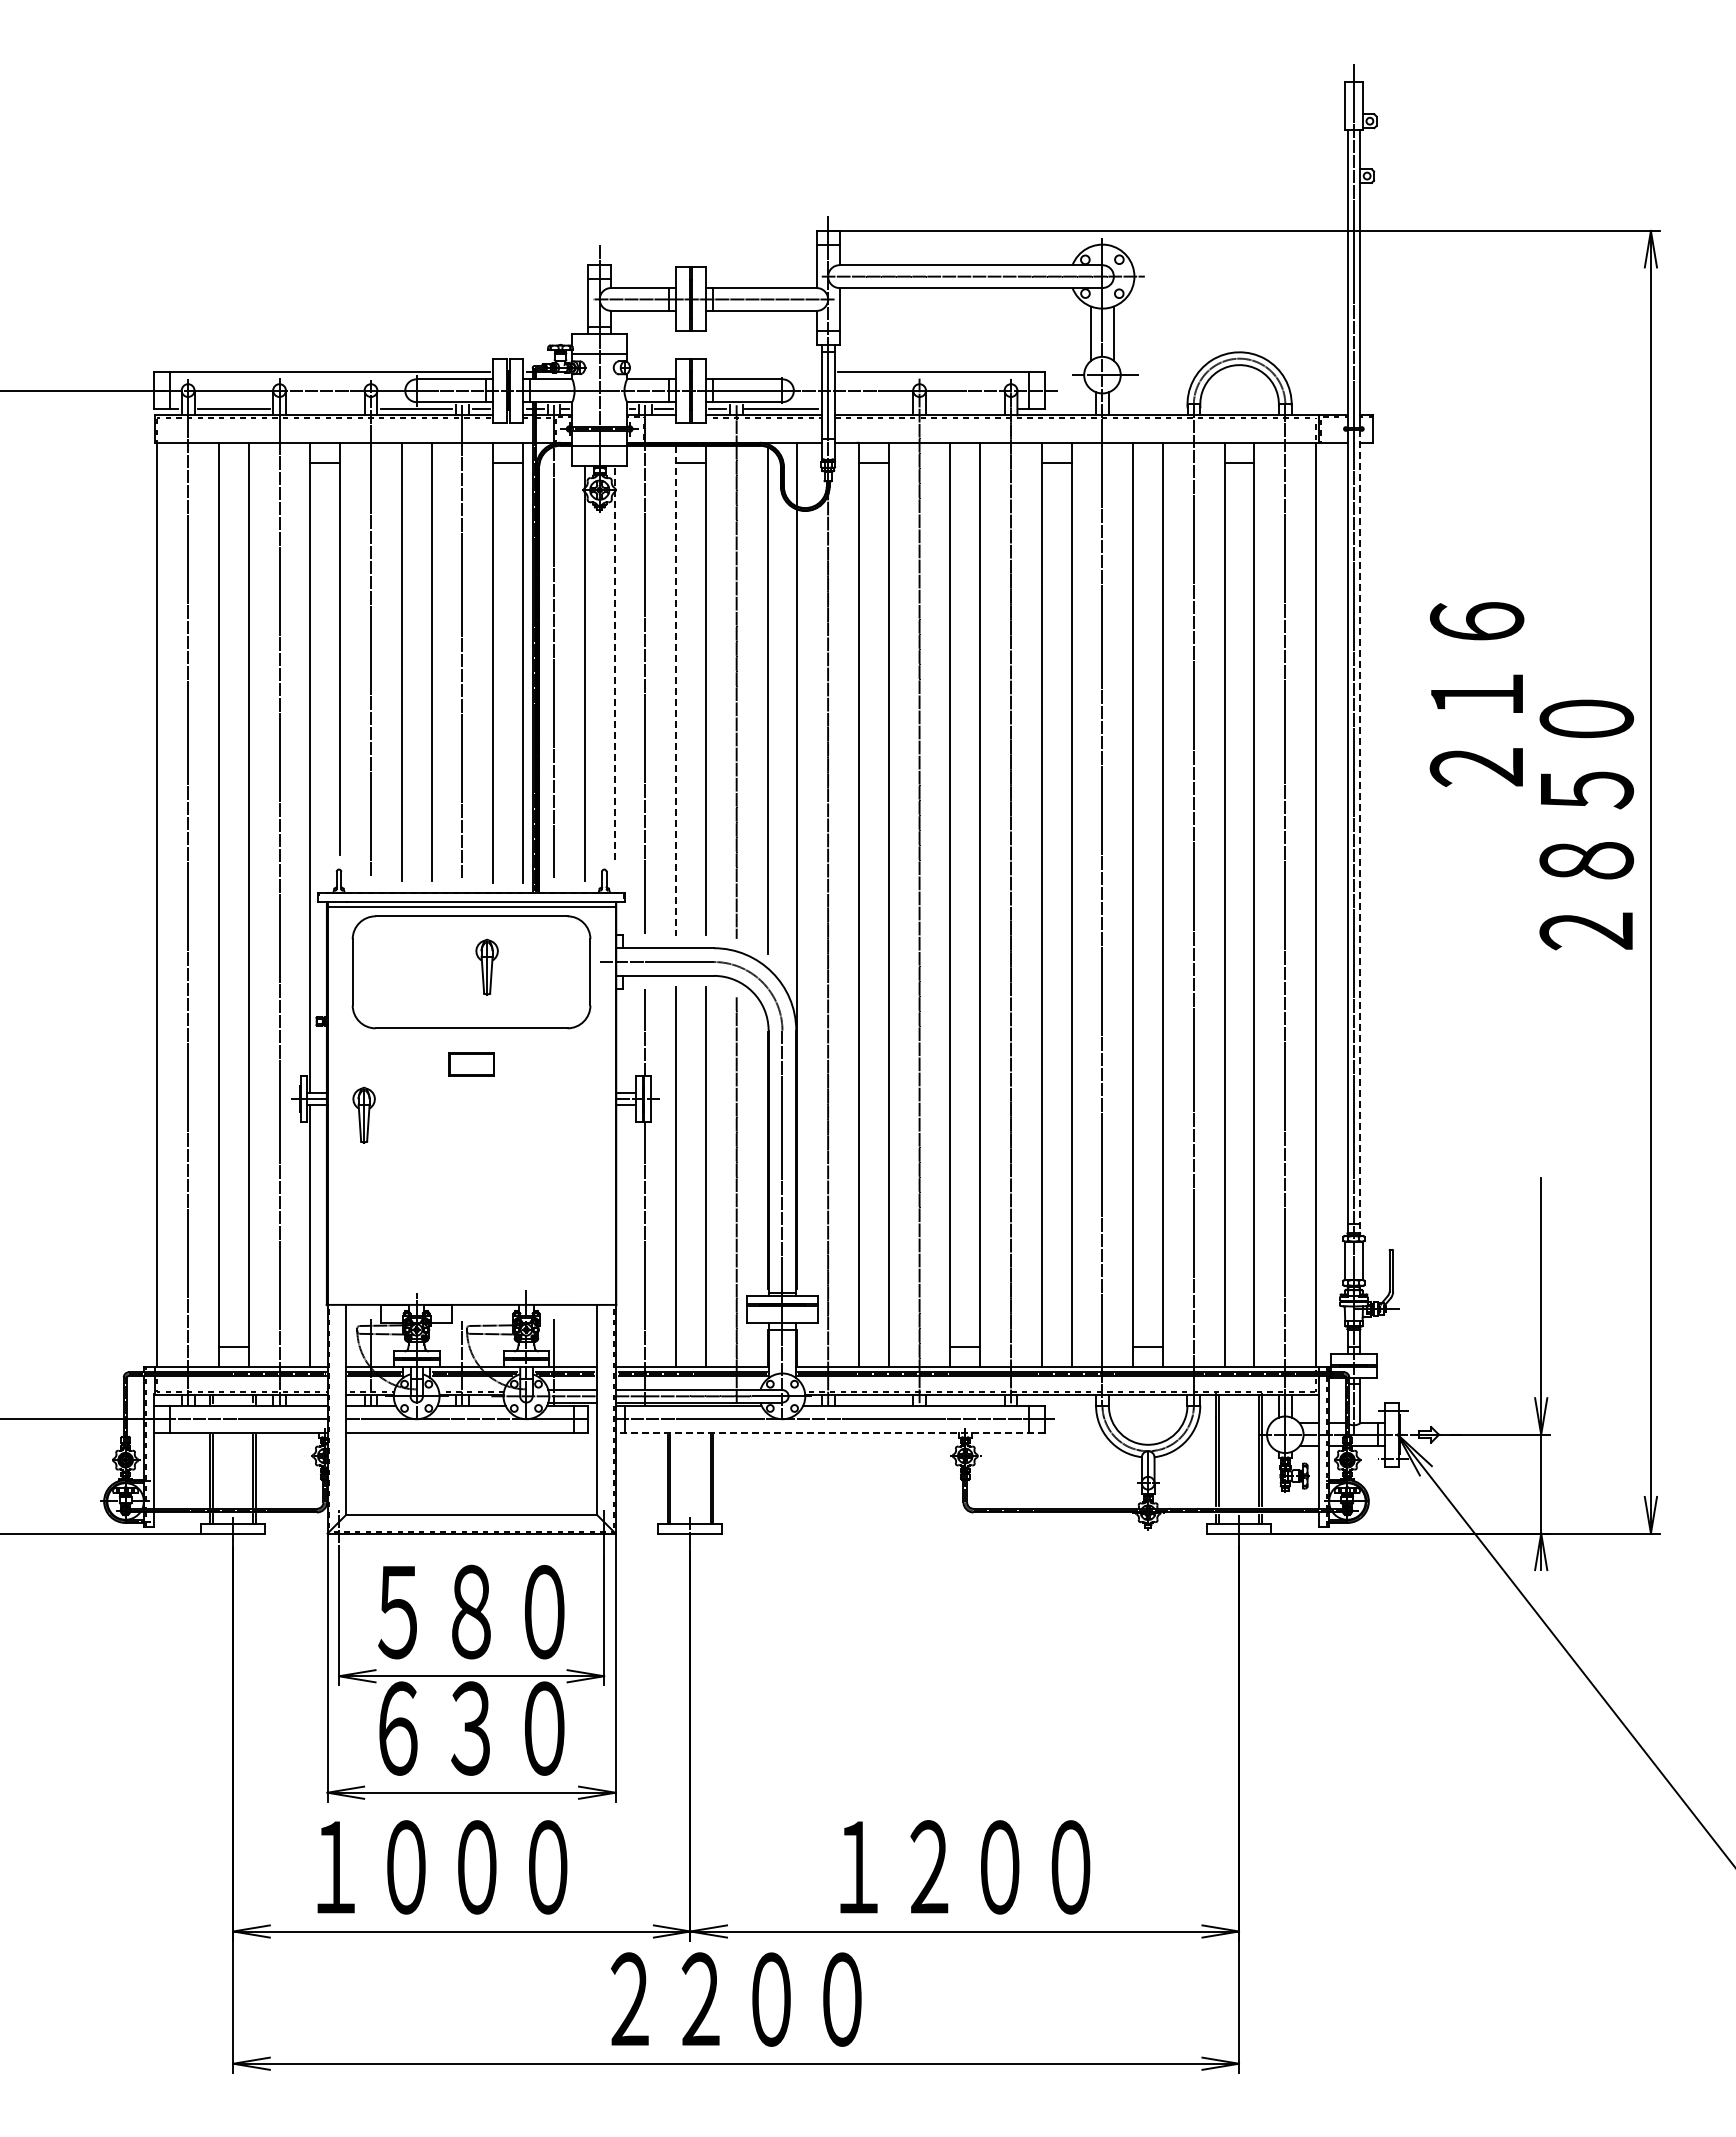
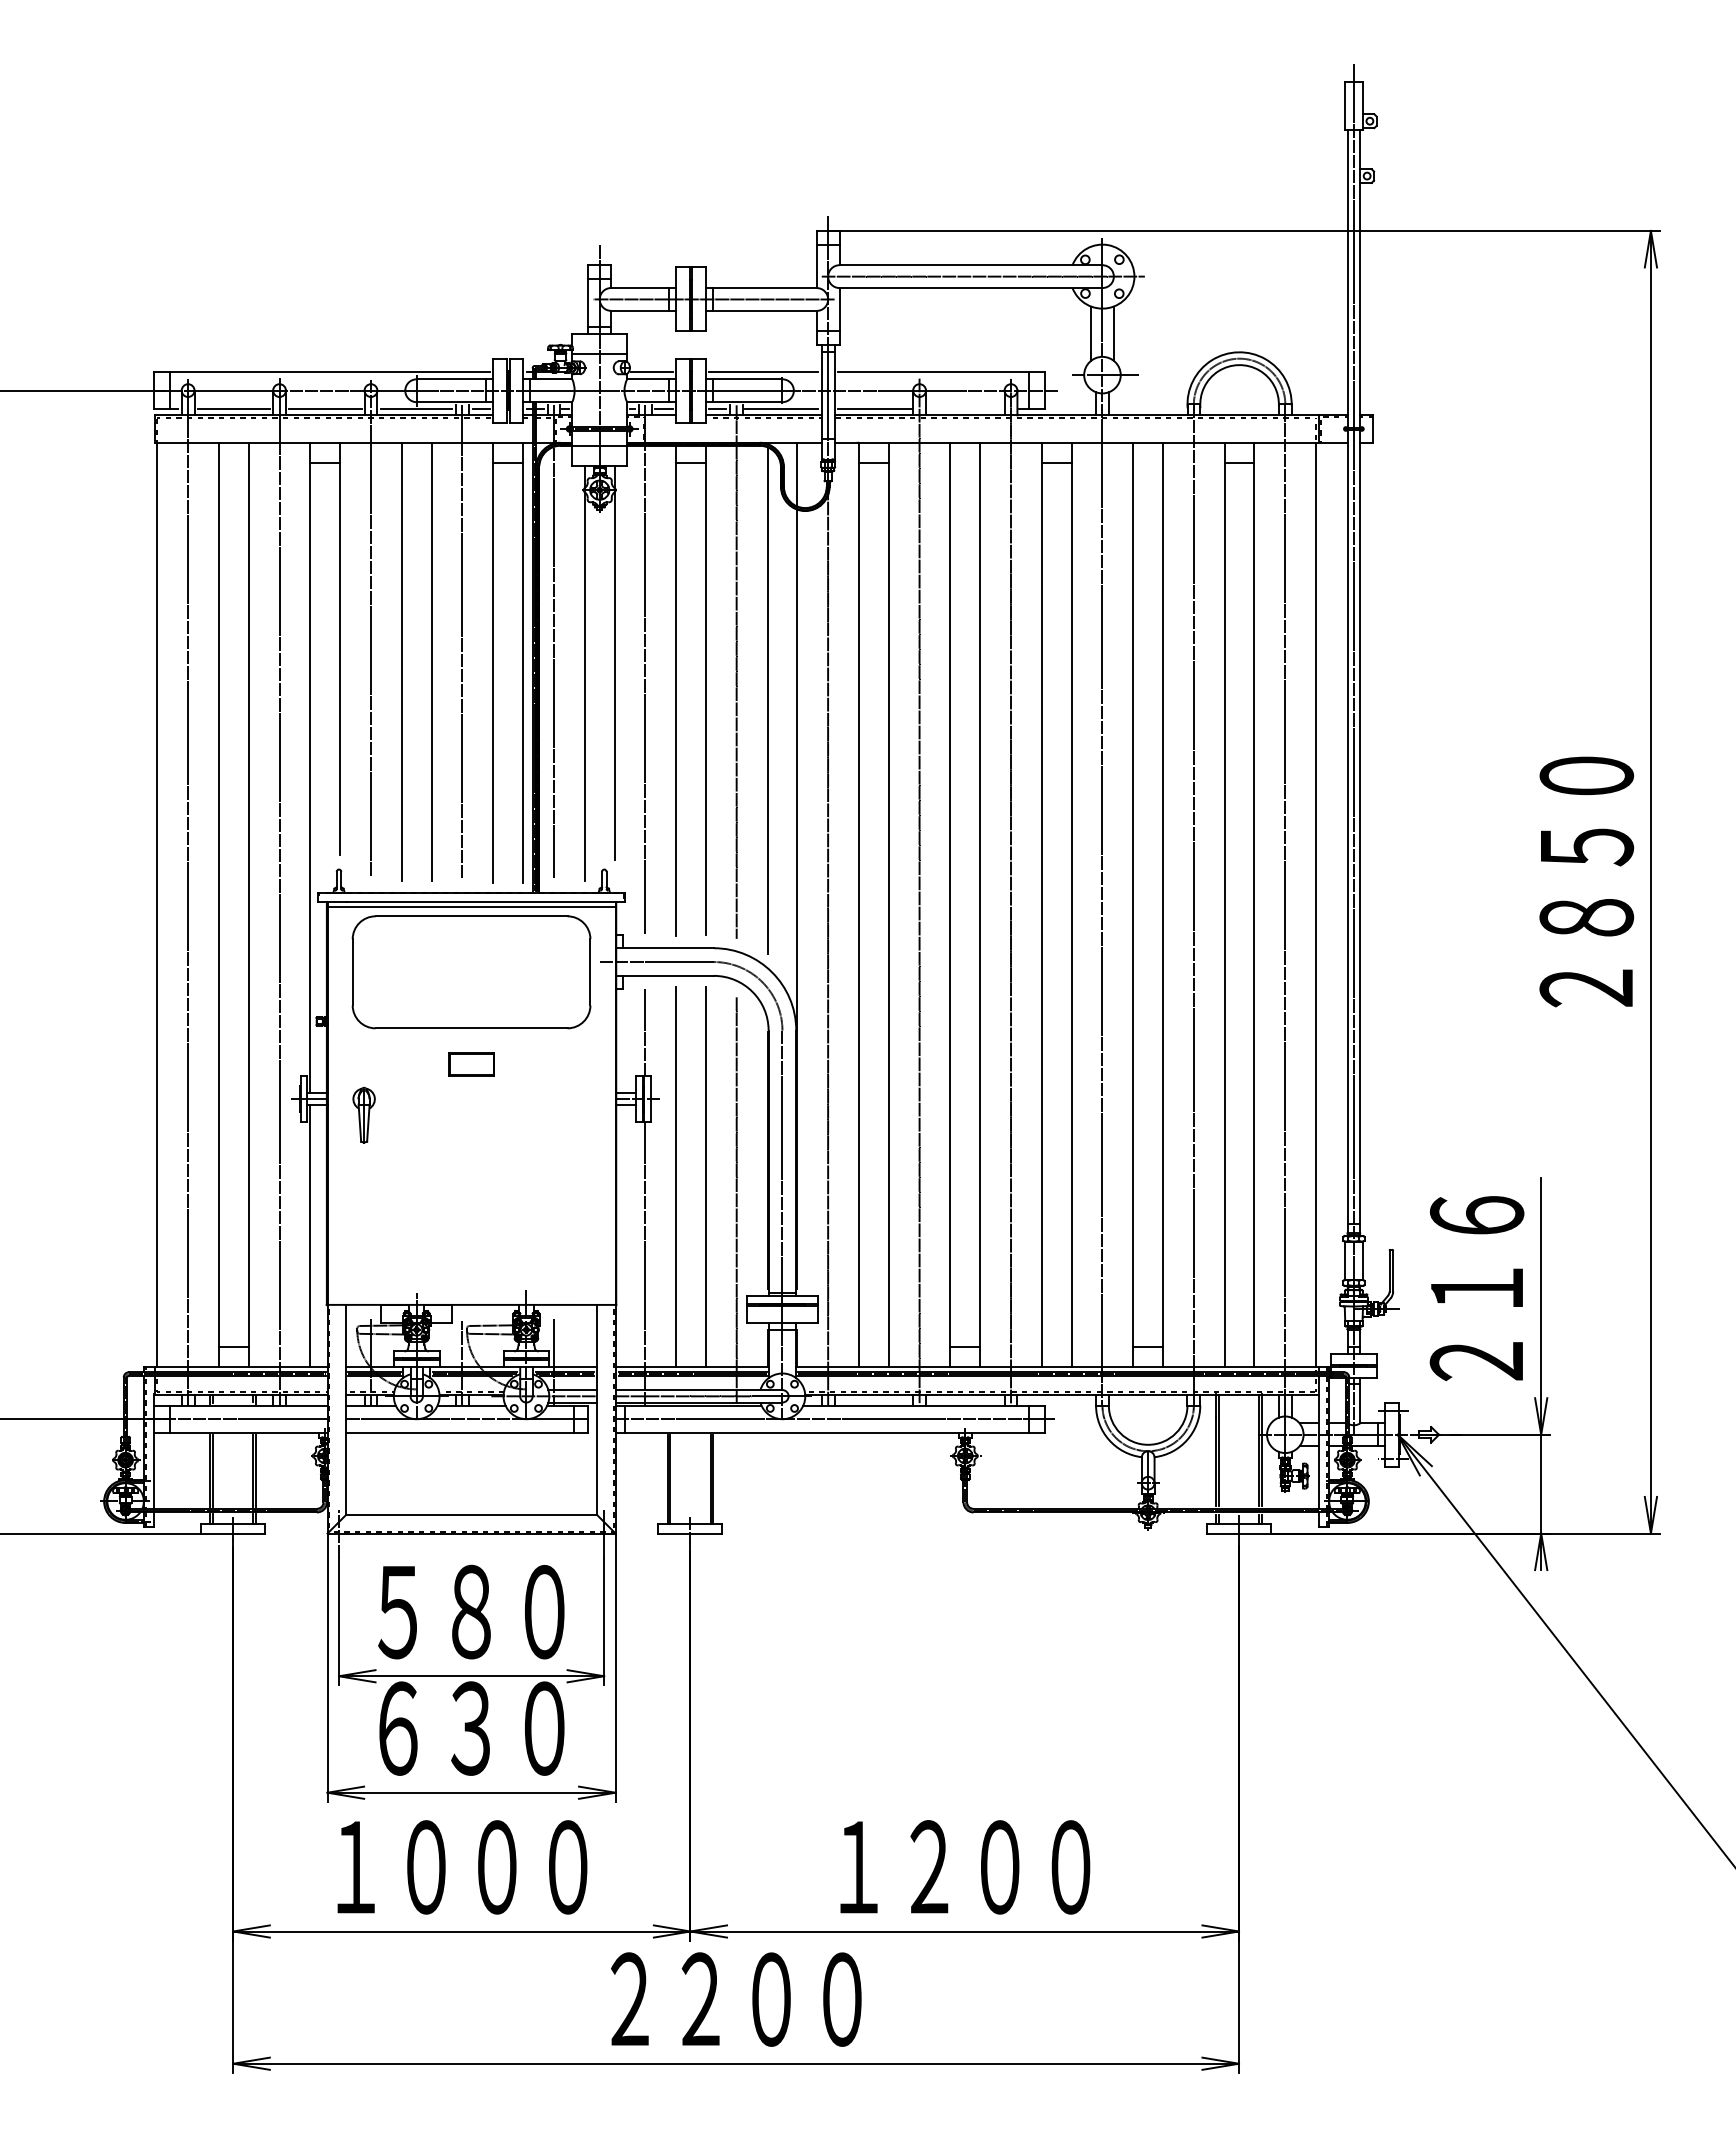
line at (651, 372): none -> present
line at (763, 372): none -> present
line at (325, 408): none -> present
line at (874, 408): none -> present
line at (614, 662): dashed -> solid
line at (676, 691): dashed -> solid
text at (1476, 694) position: (1476, 694) -> (1476, 1288)
text at (1586, 824) position: (1586, 824) -> (1586, 881)
line at (1360, 832): dashed -> solid
part at (486, 966): present -> none
line at (830, 1432): dashed -> solid
text at (442, 1867) position: (442, 1867) -> (462, 1867)
